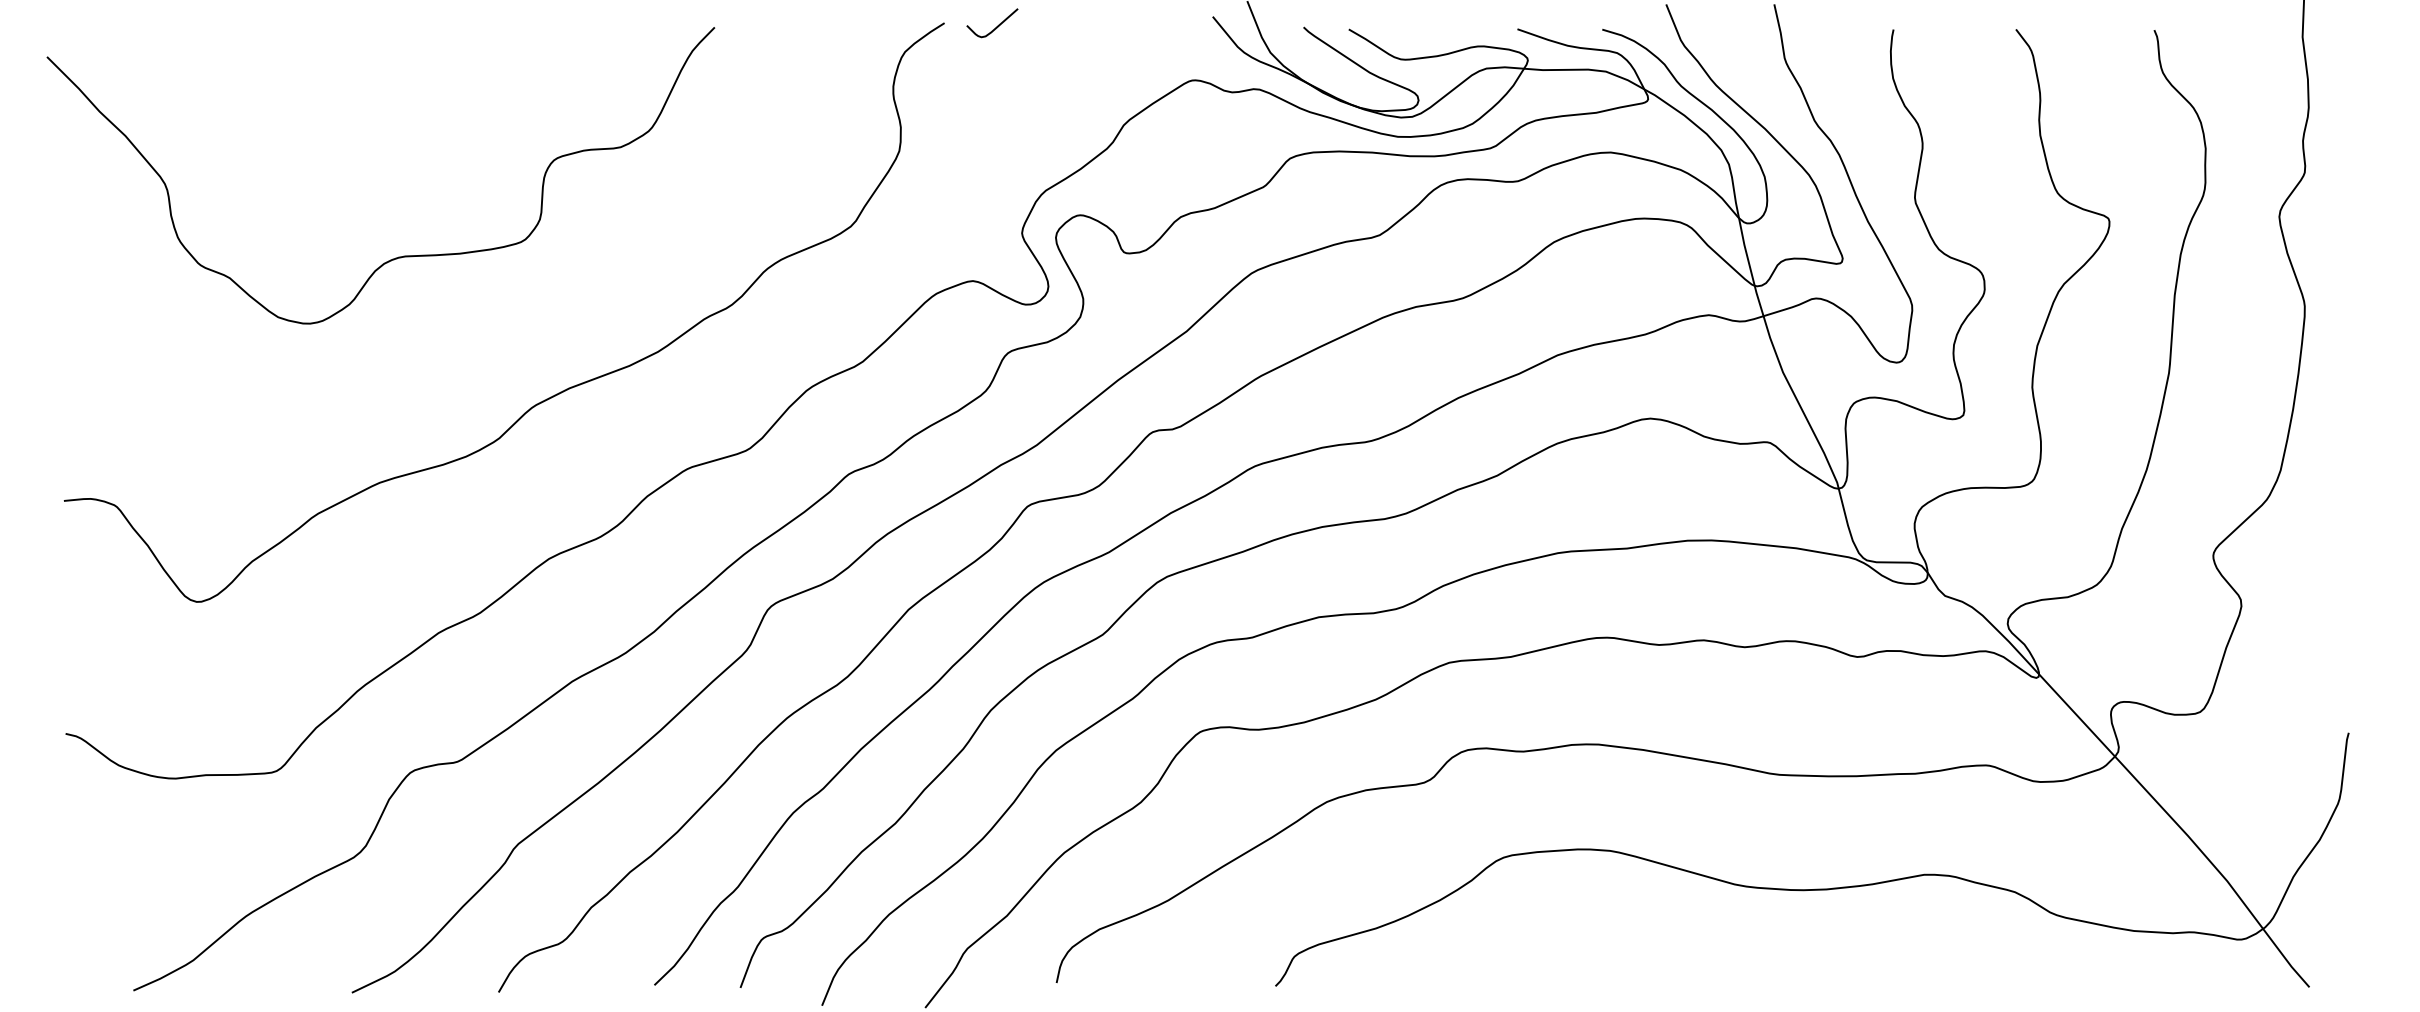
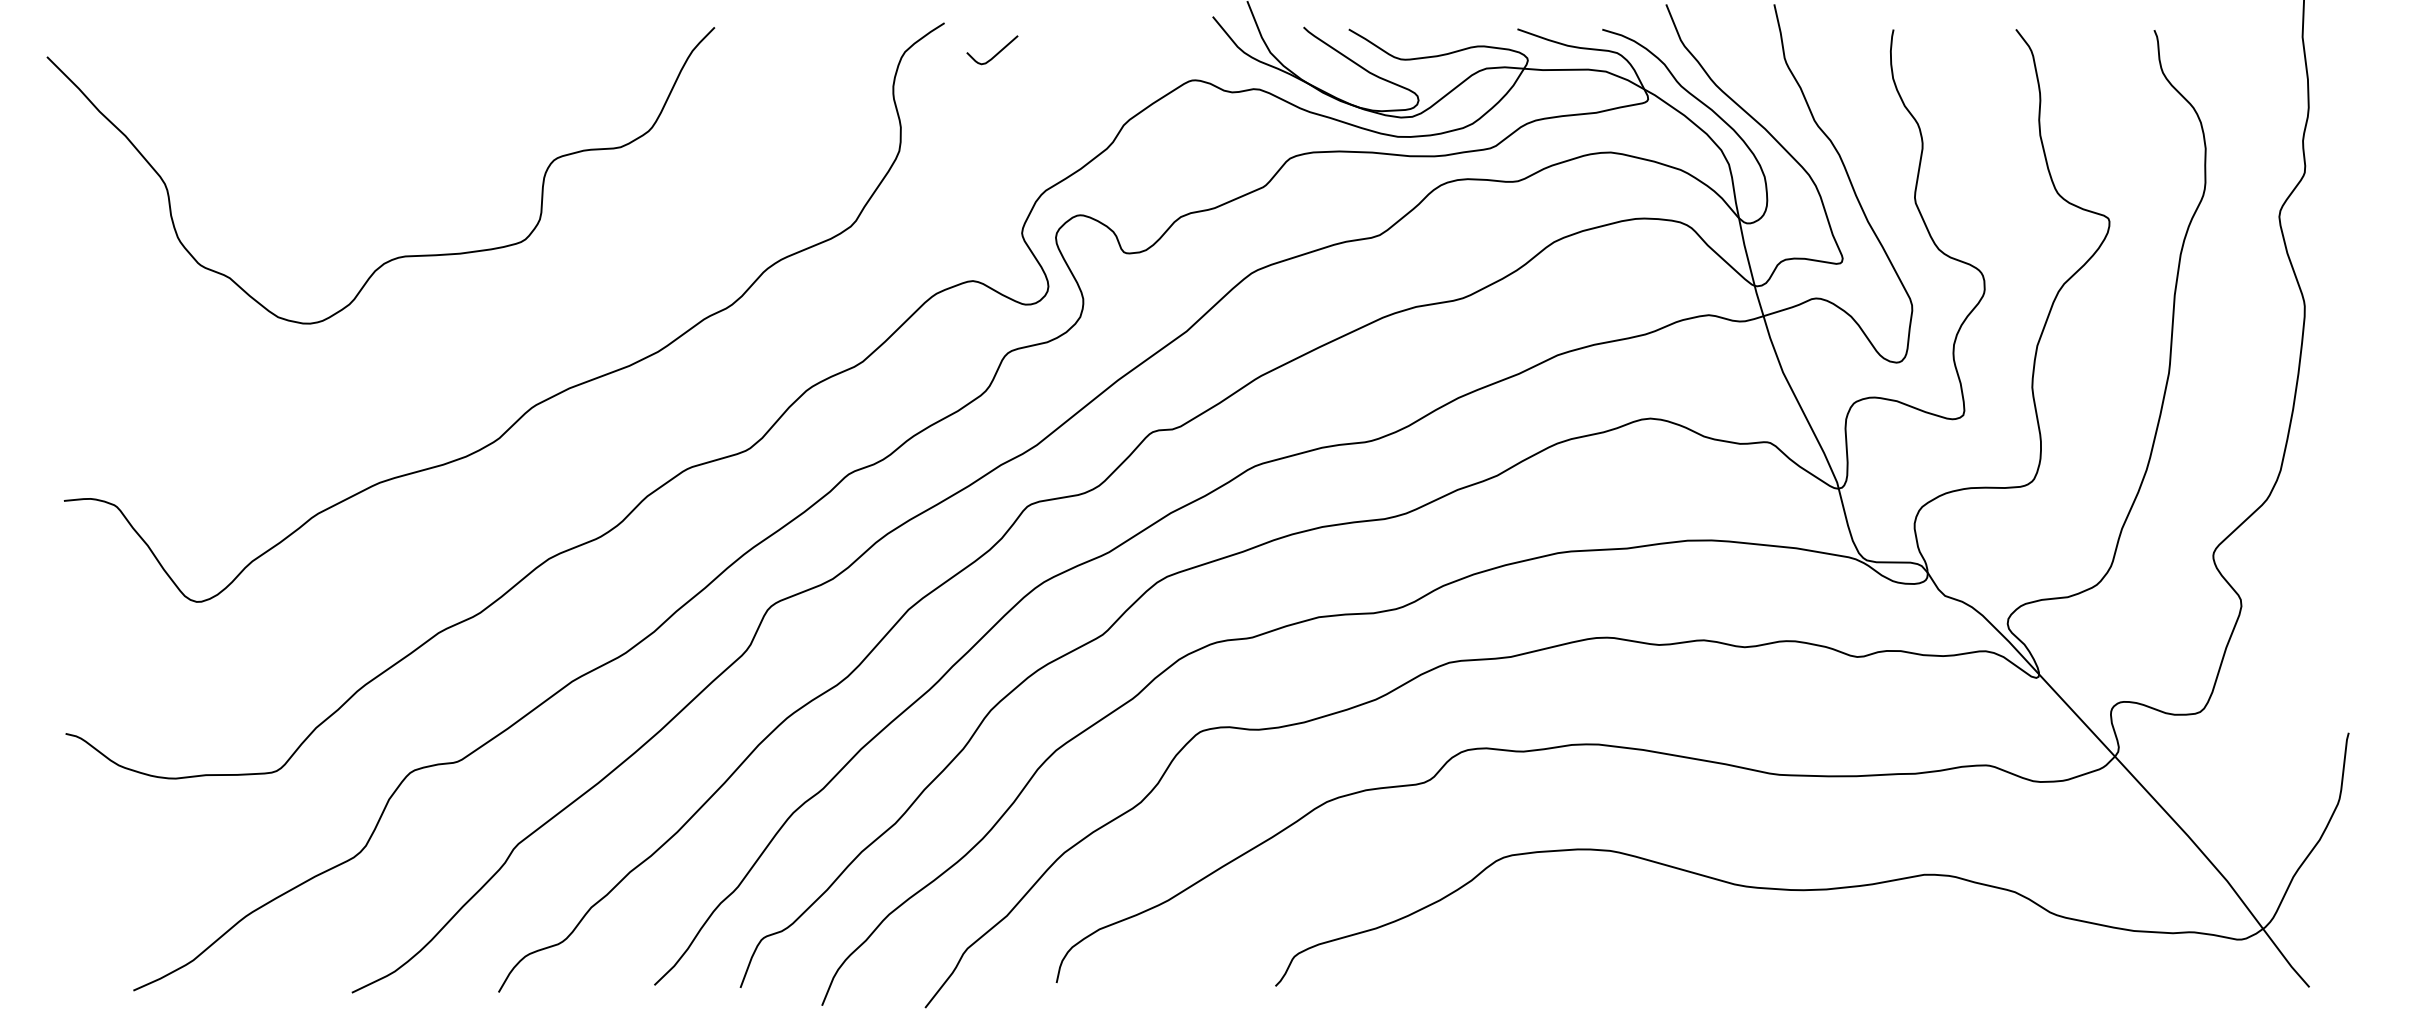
curve at (996, 26) position: (996, 26) -> (996, 53)
